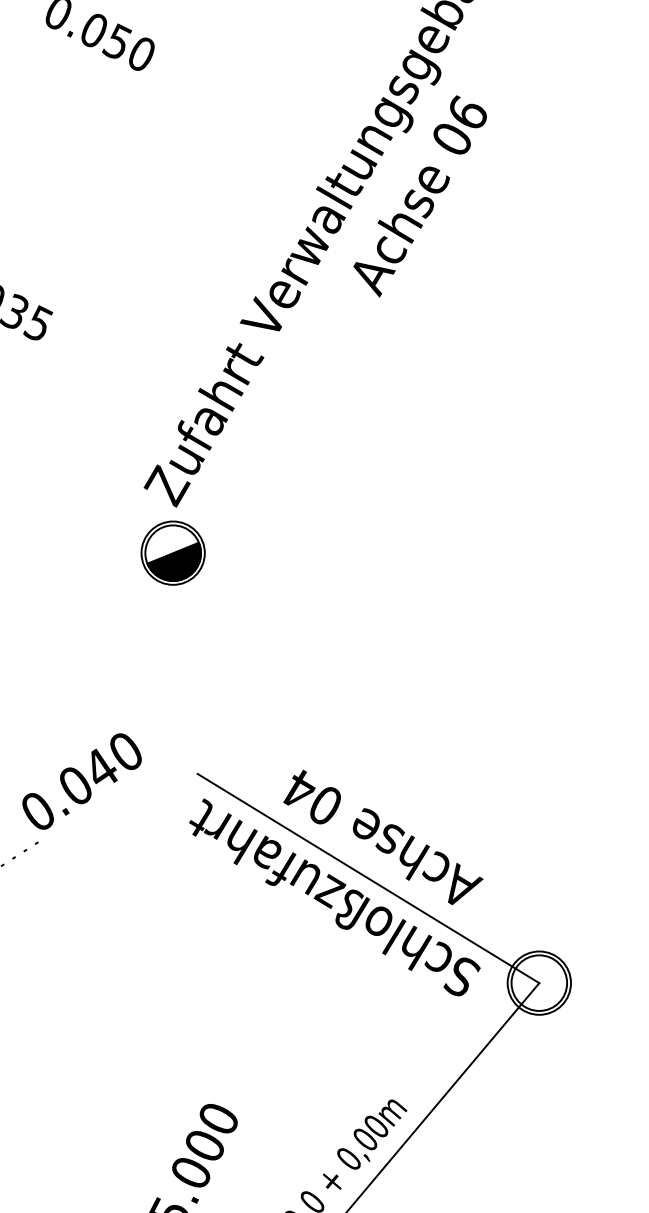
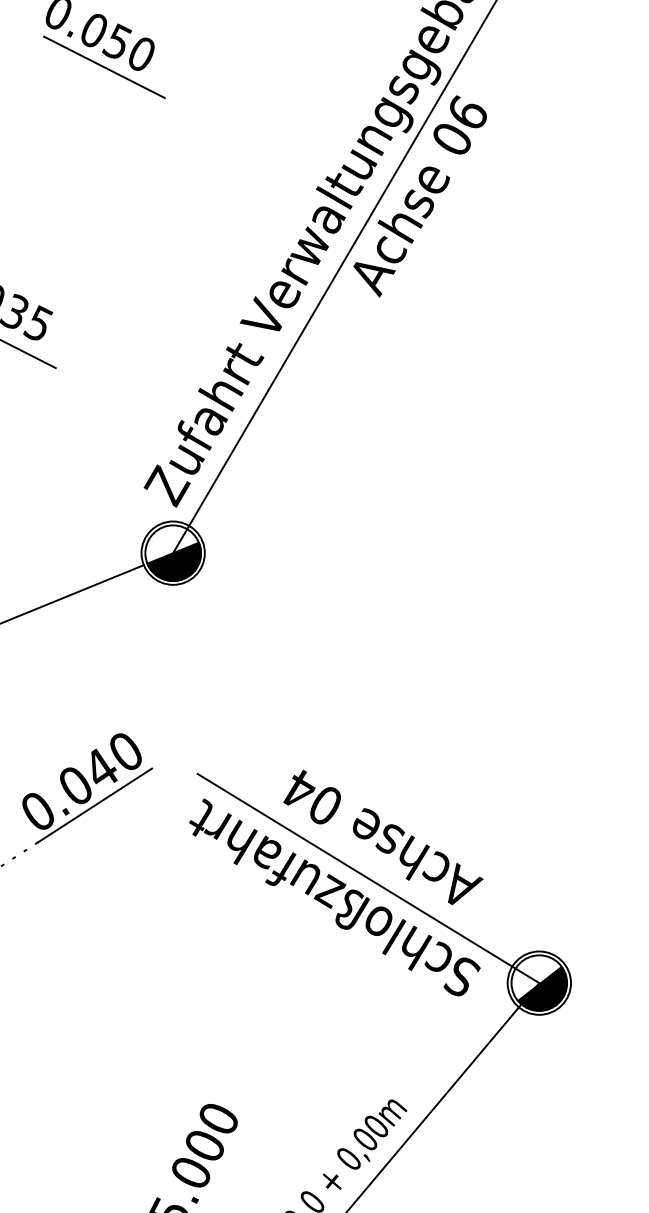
line at (104, 66): none -> present
line at (334, 277): none -> present
line at (28, 354): none -> present
line at (72, 593): none -> present
line at (95, 805): none -> present
fill at (542, 988): none -> present
